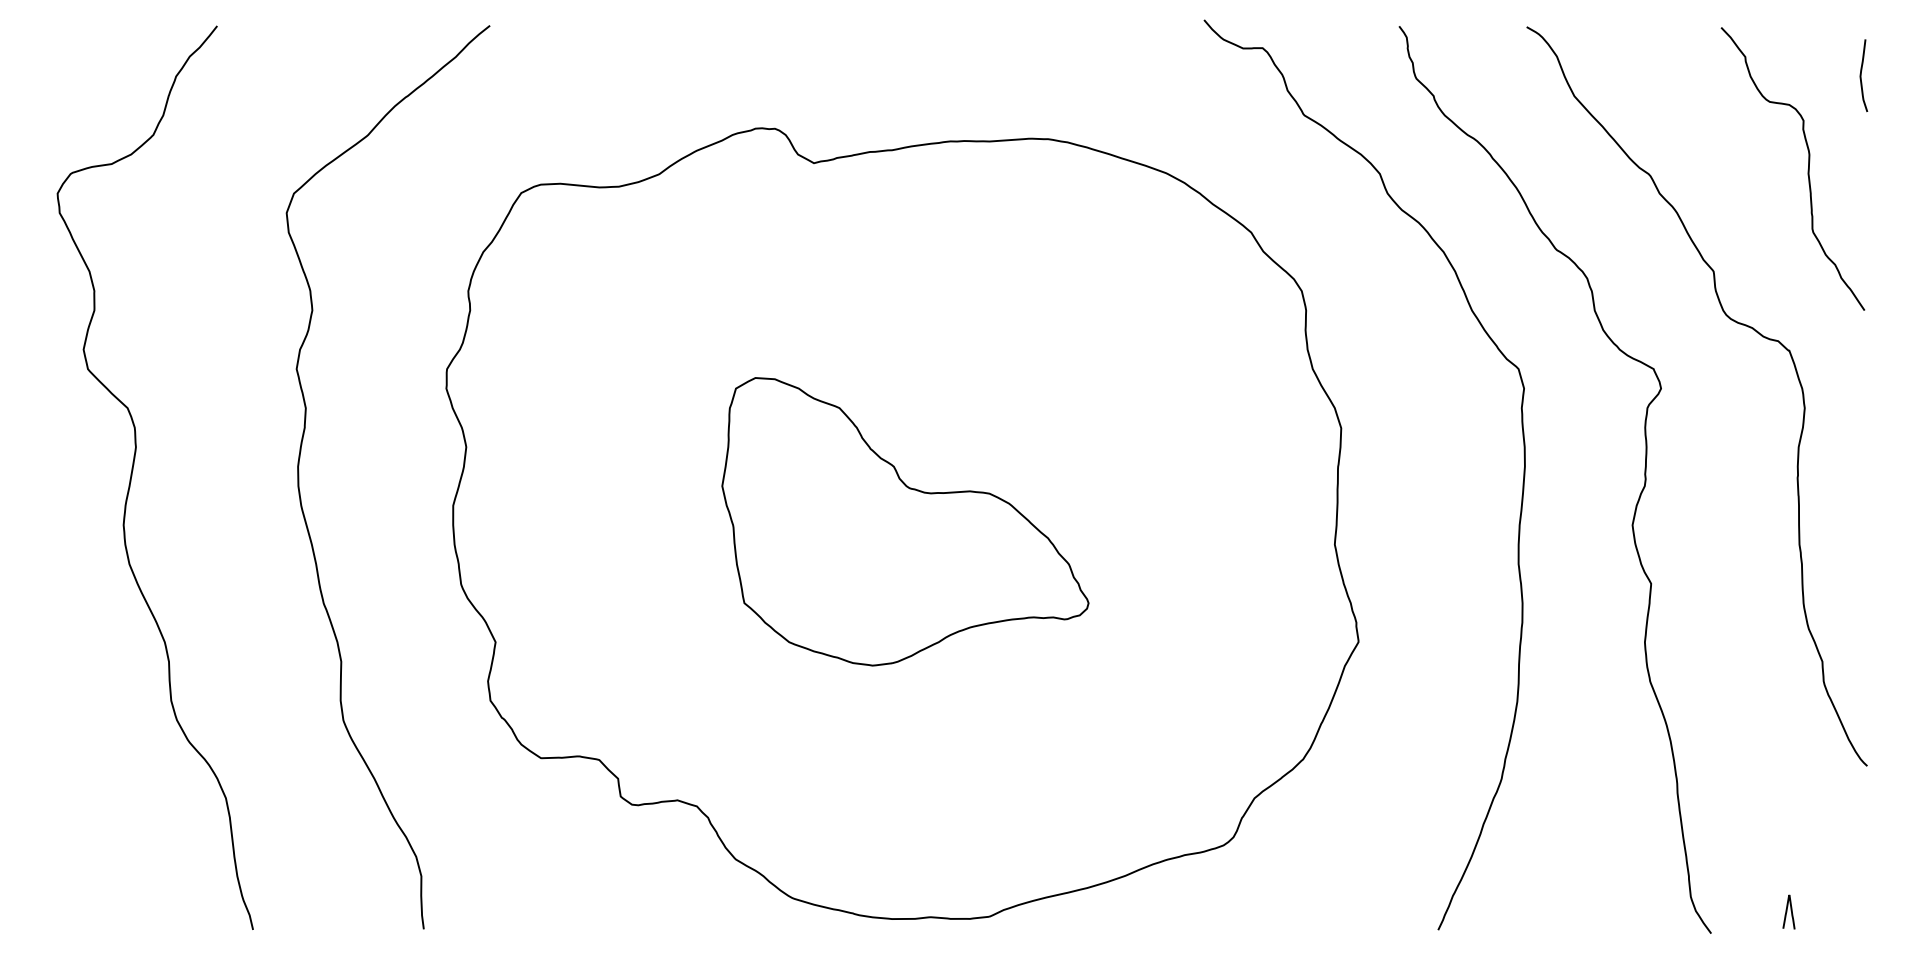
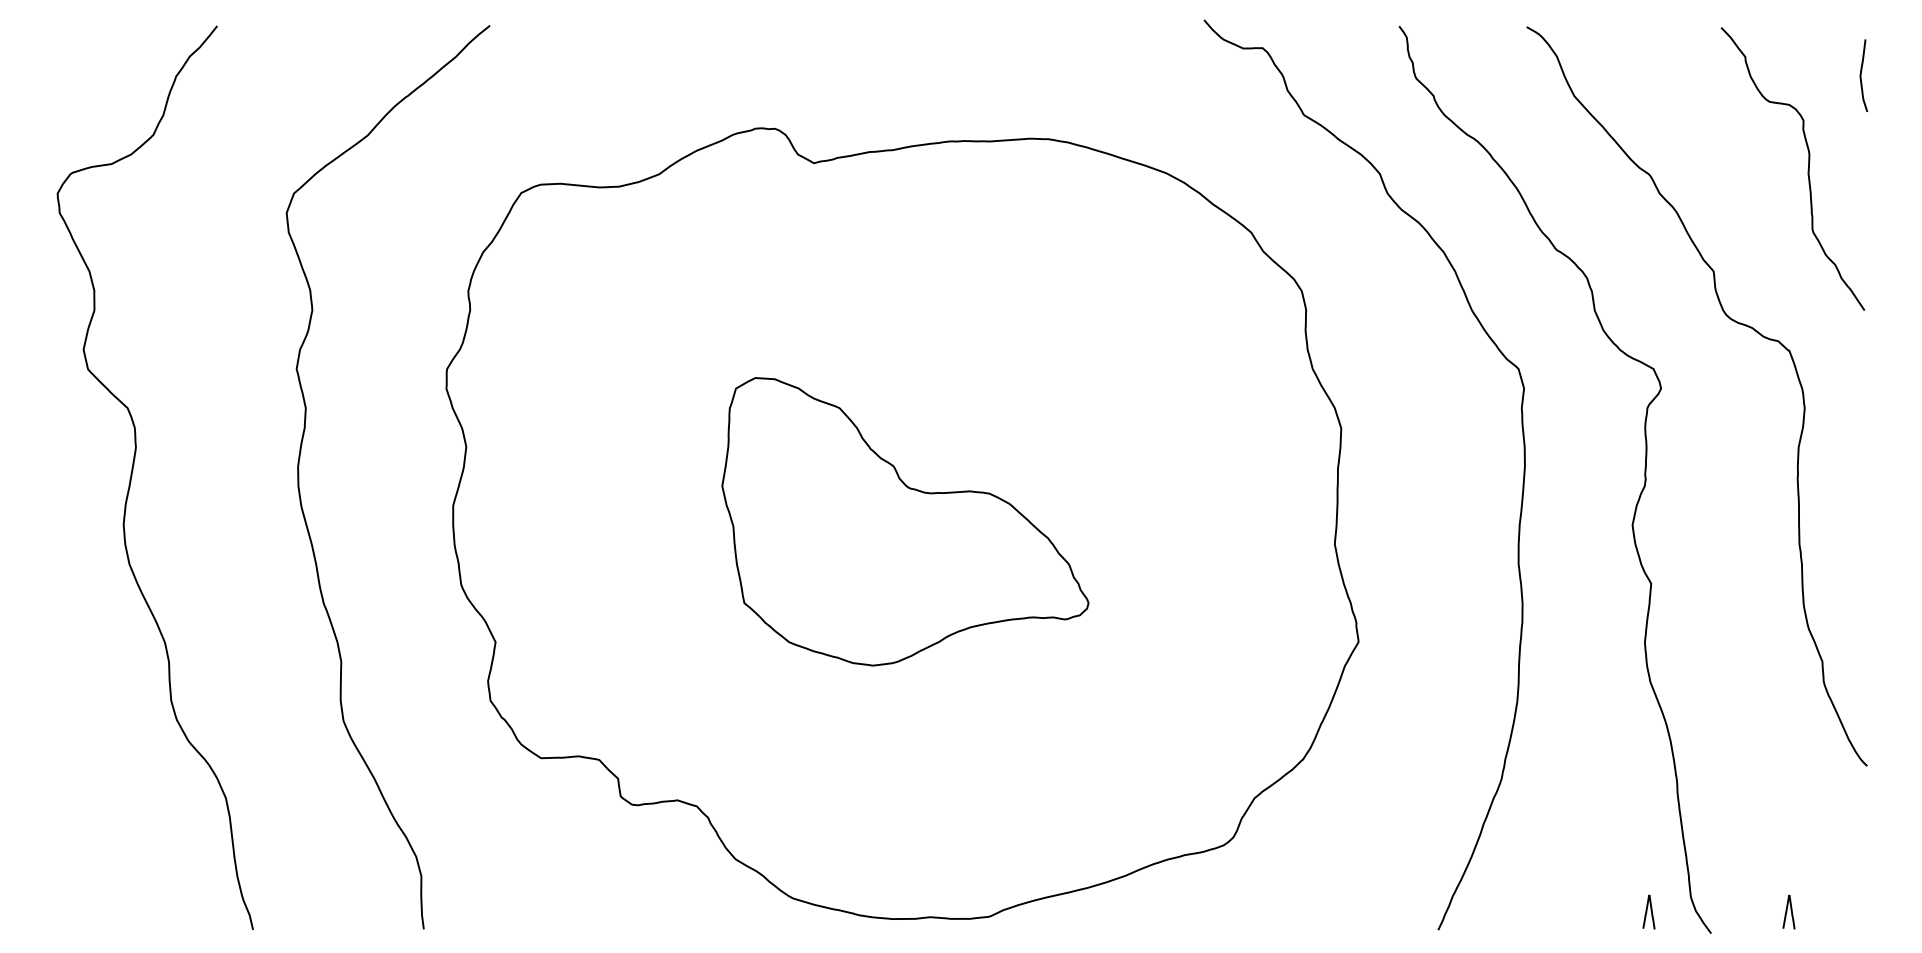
curve at (1647, 911): none -> present
